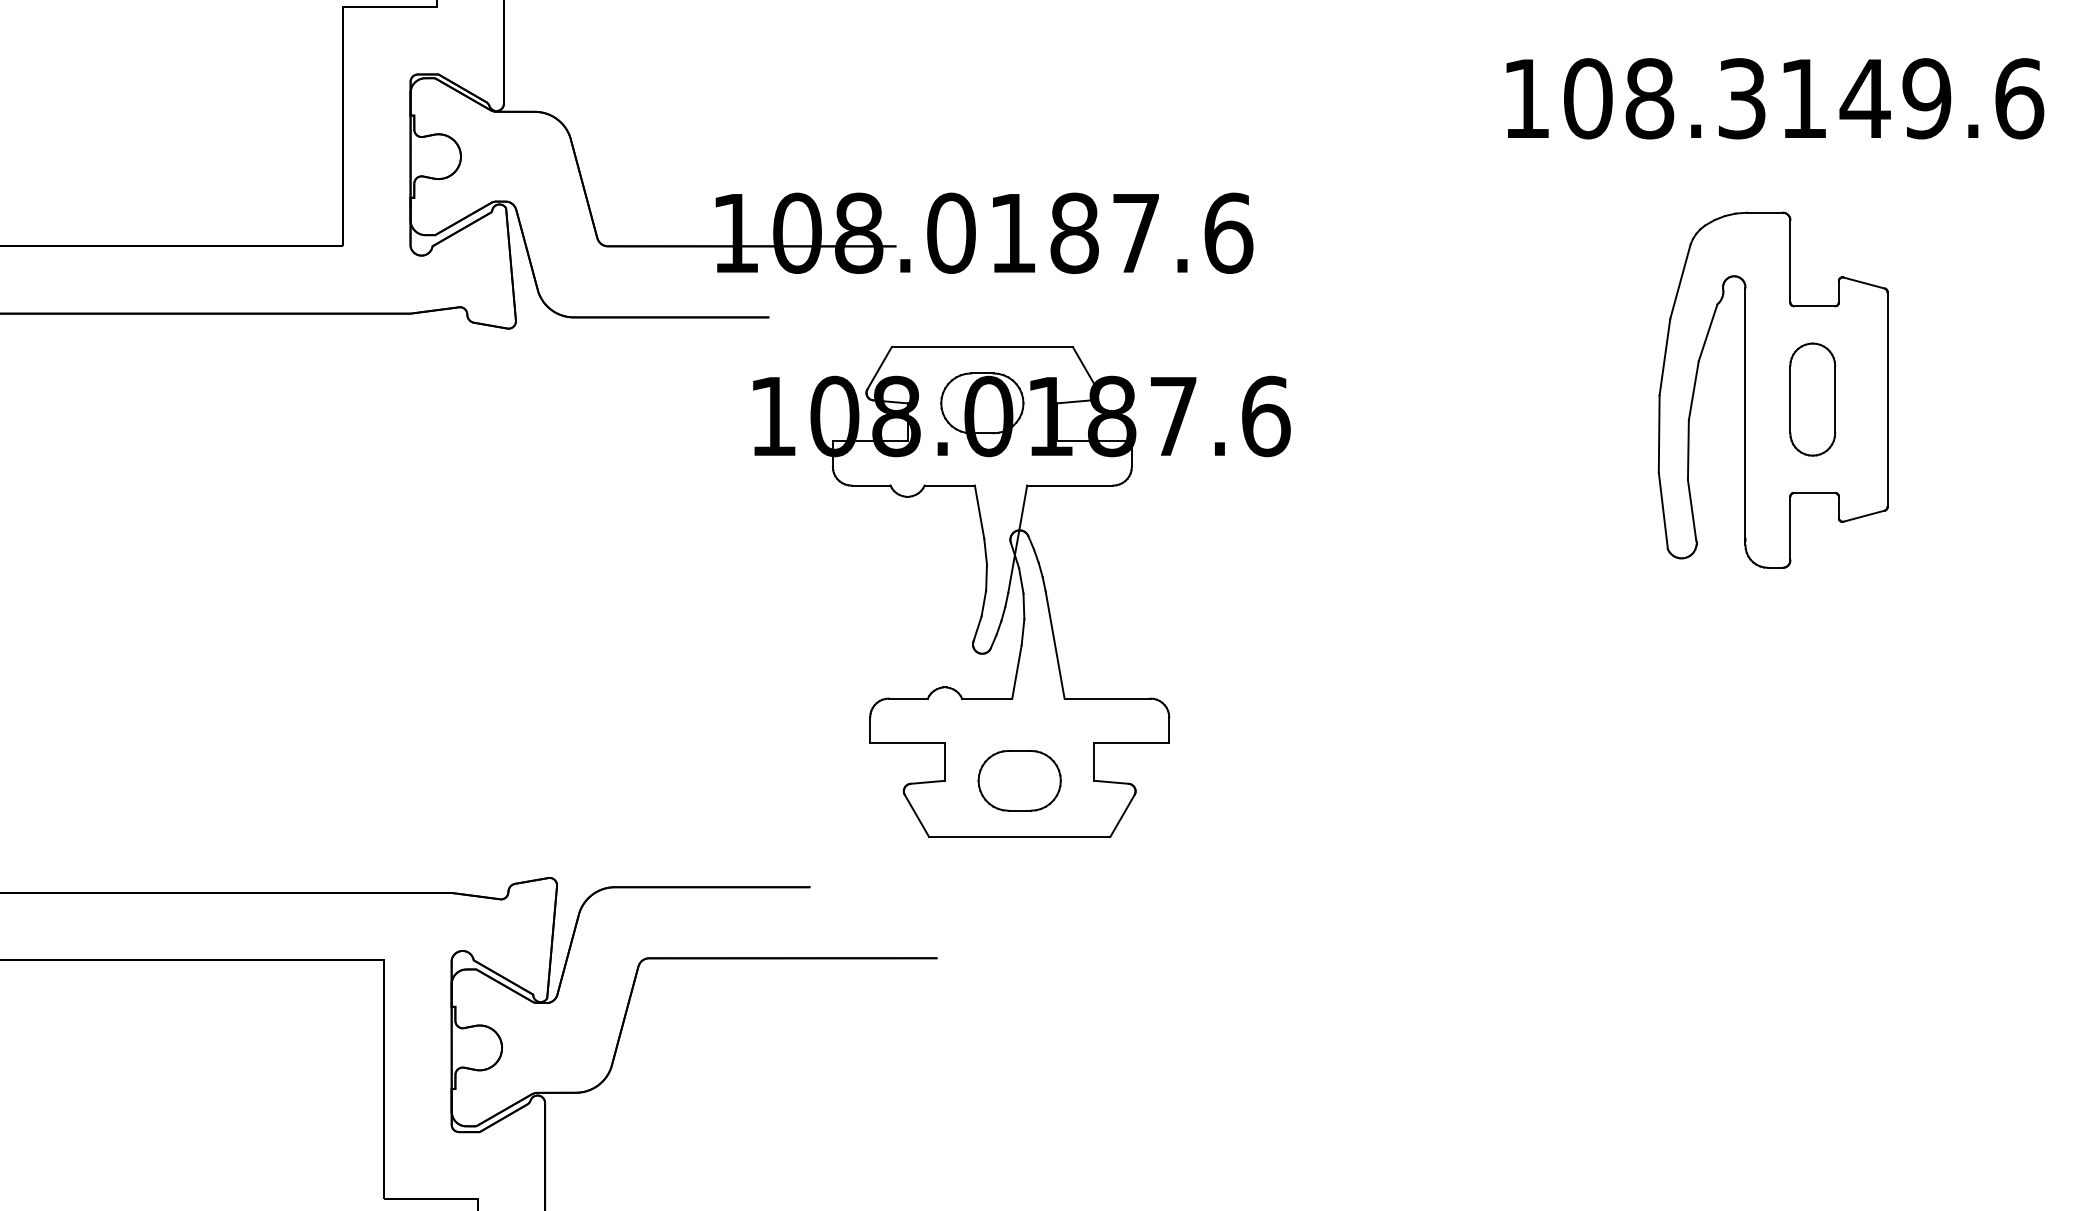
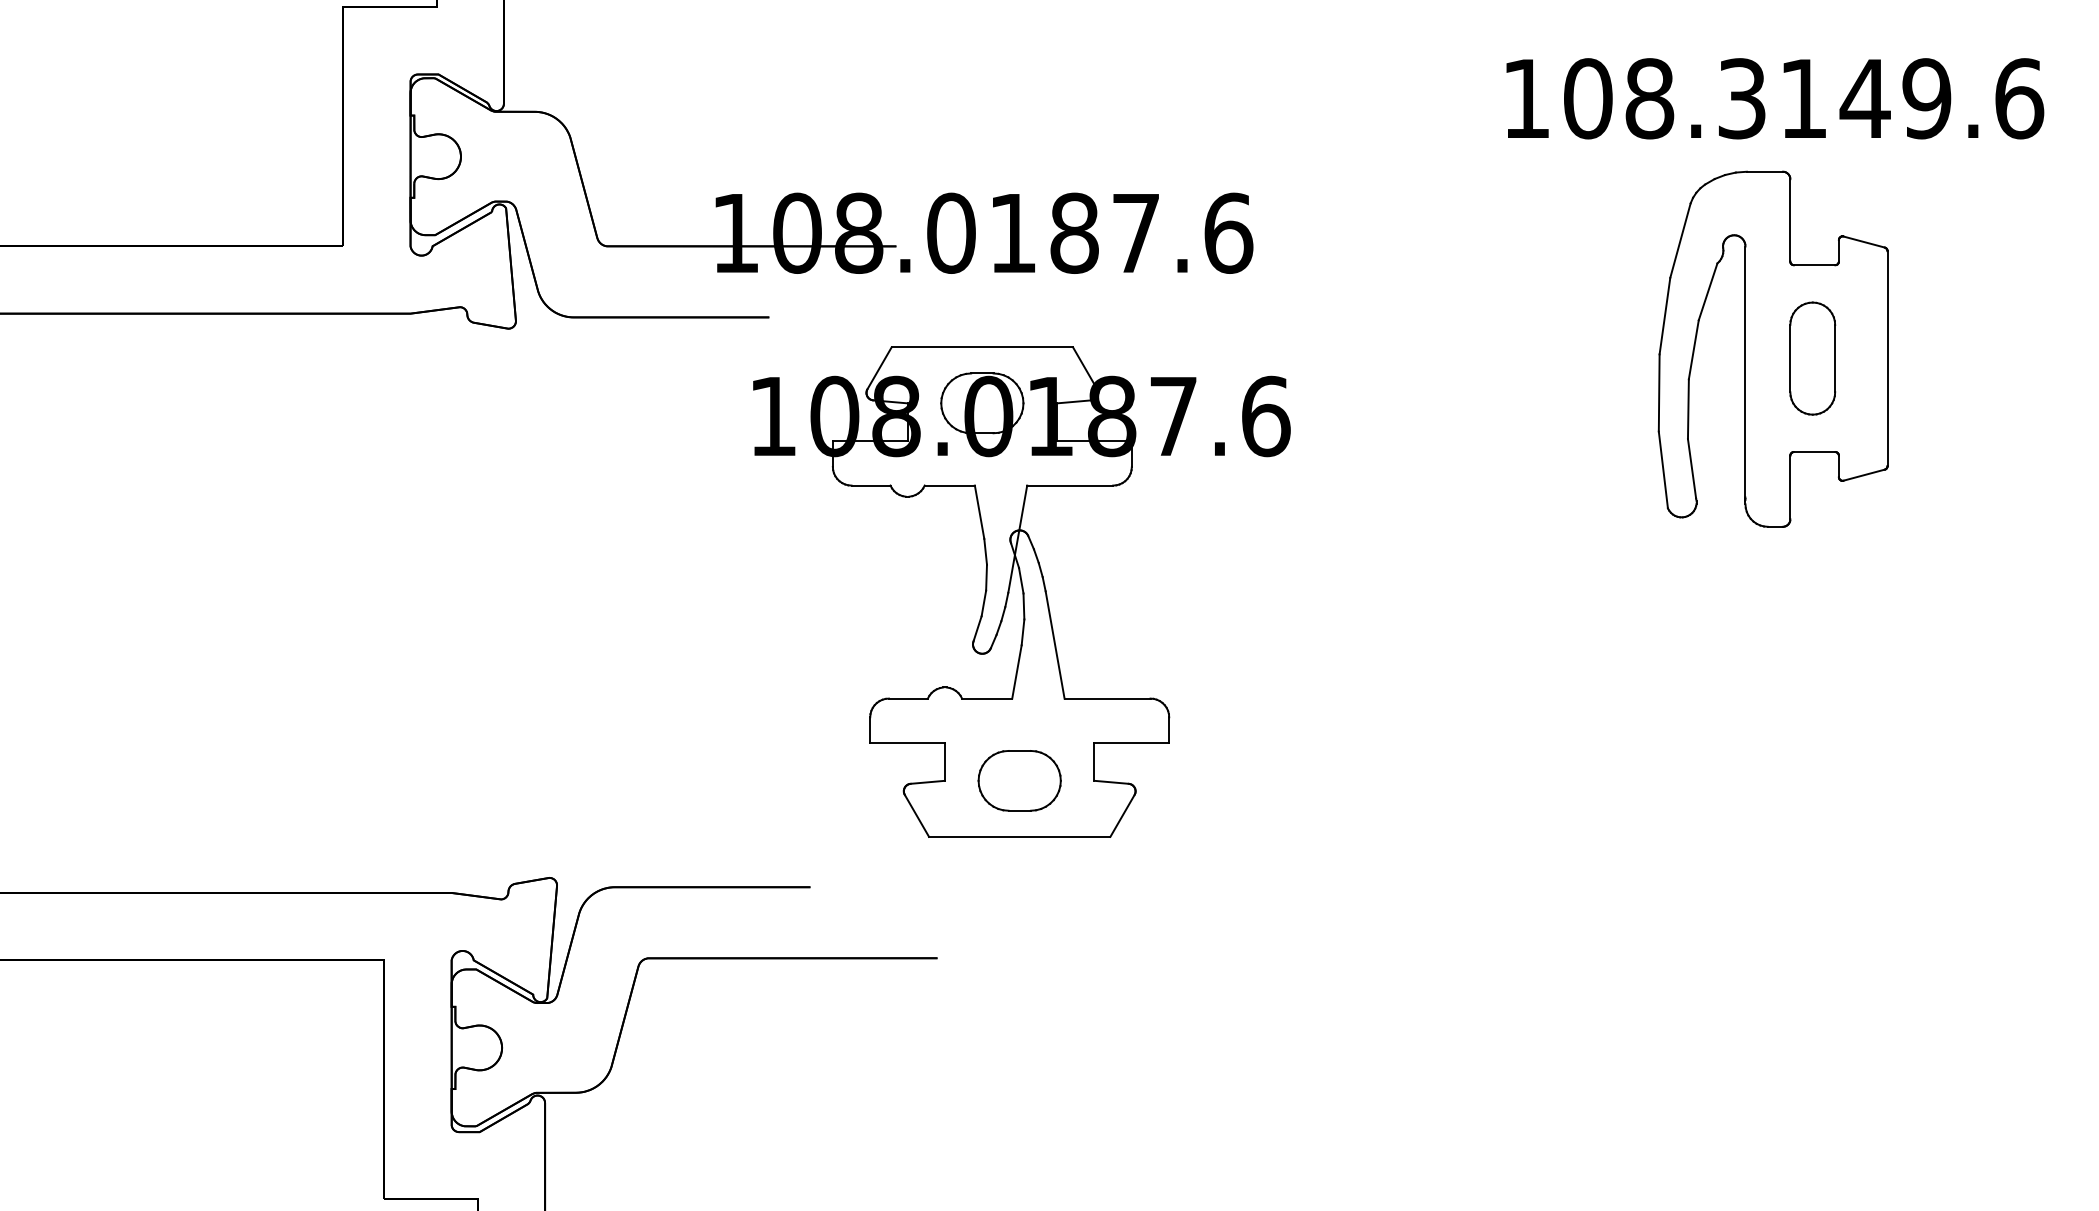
part at (1772, 389) position: (1772, 389) -> (1772, 348)
